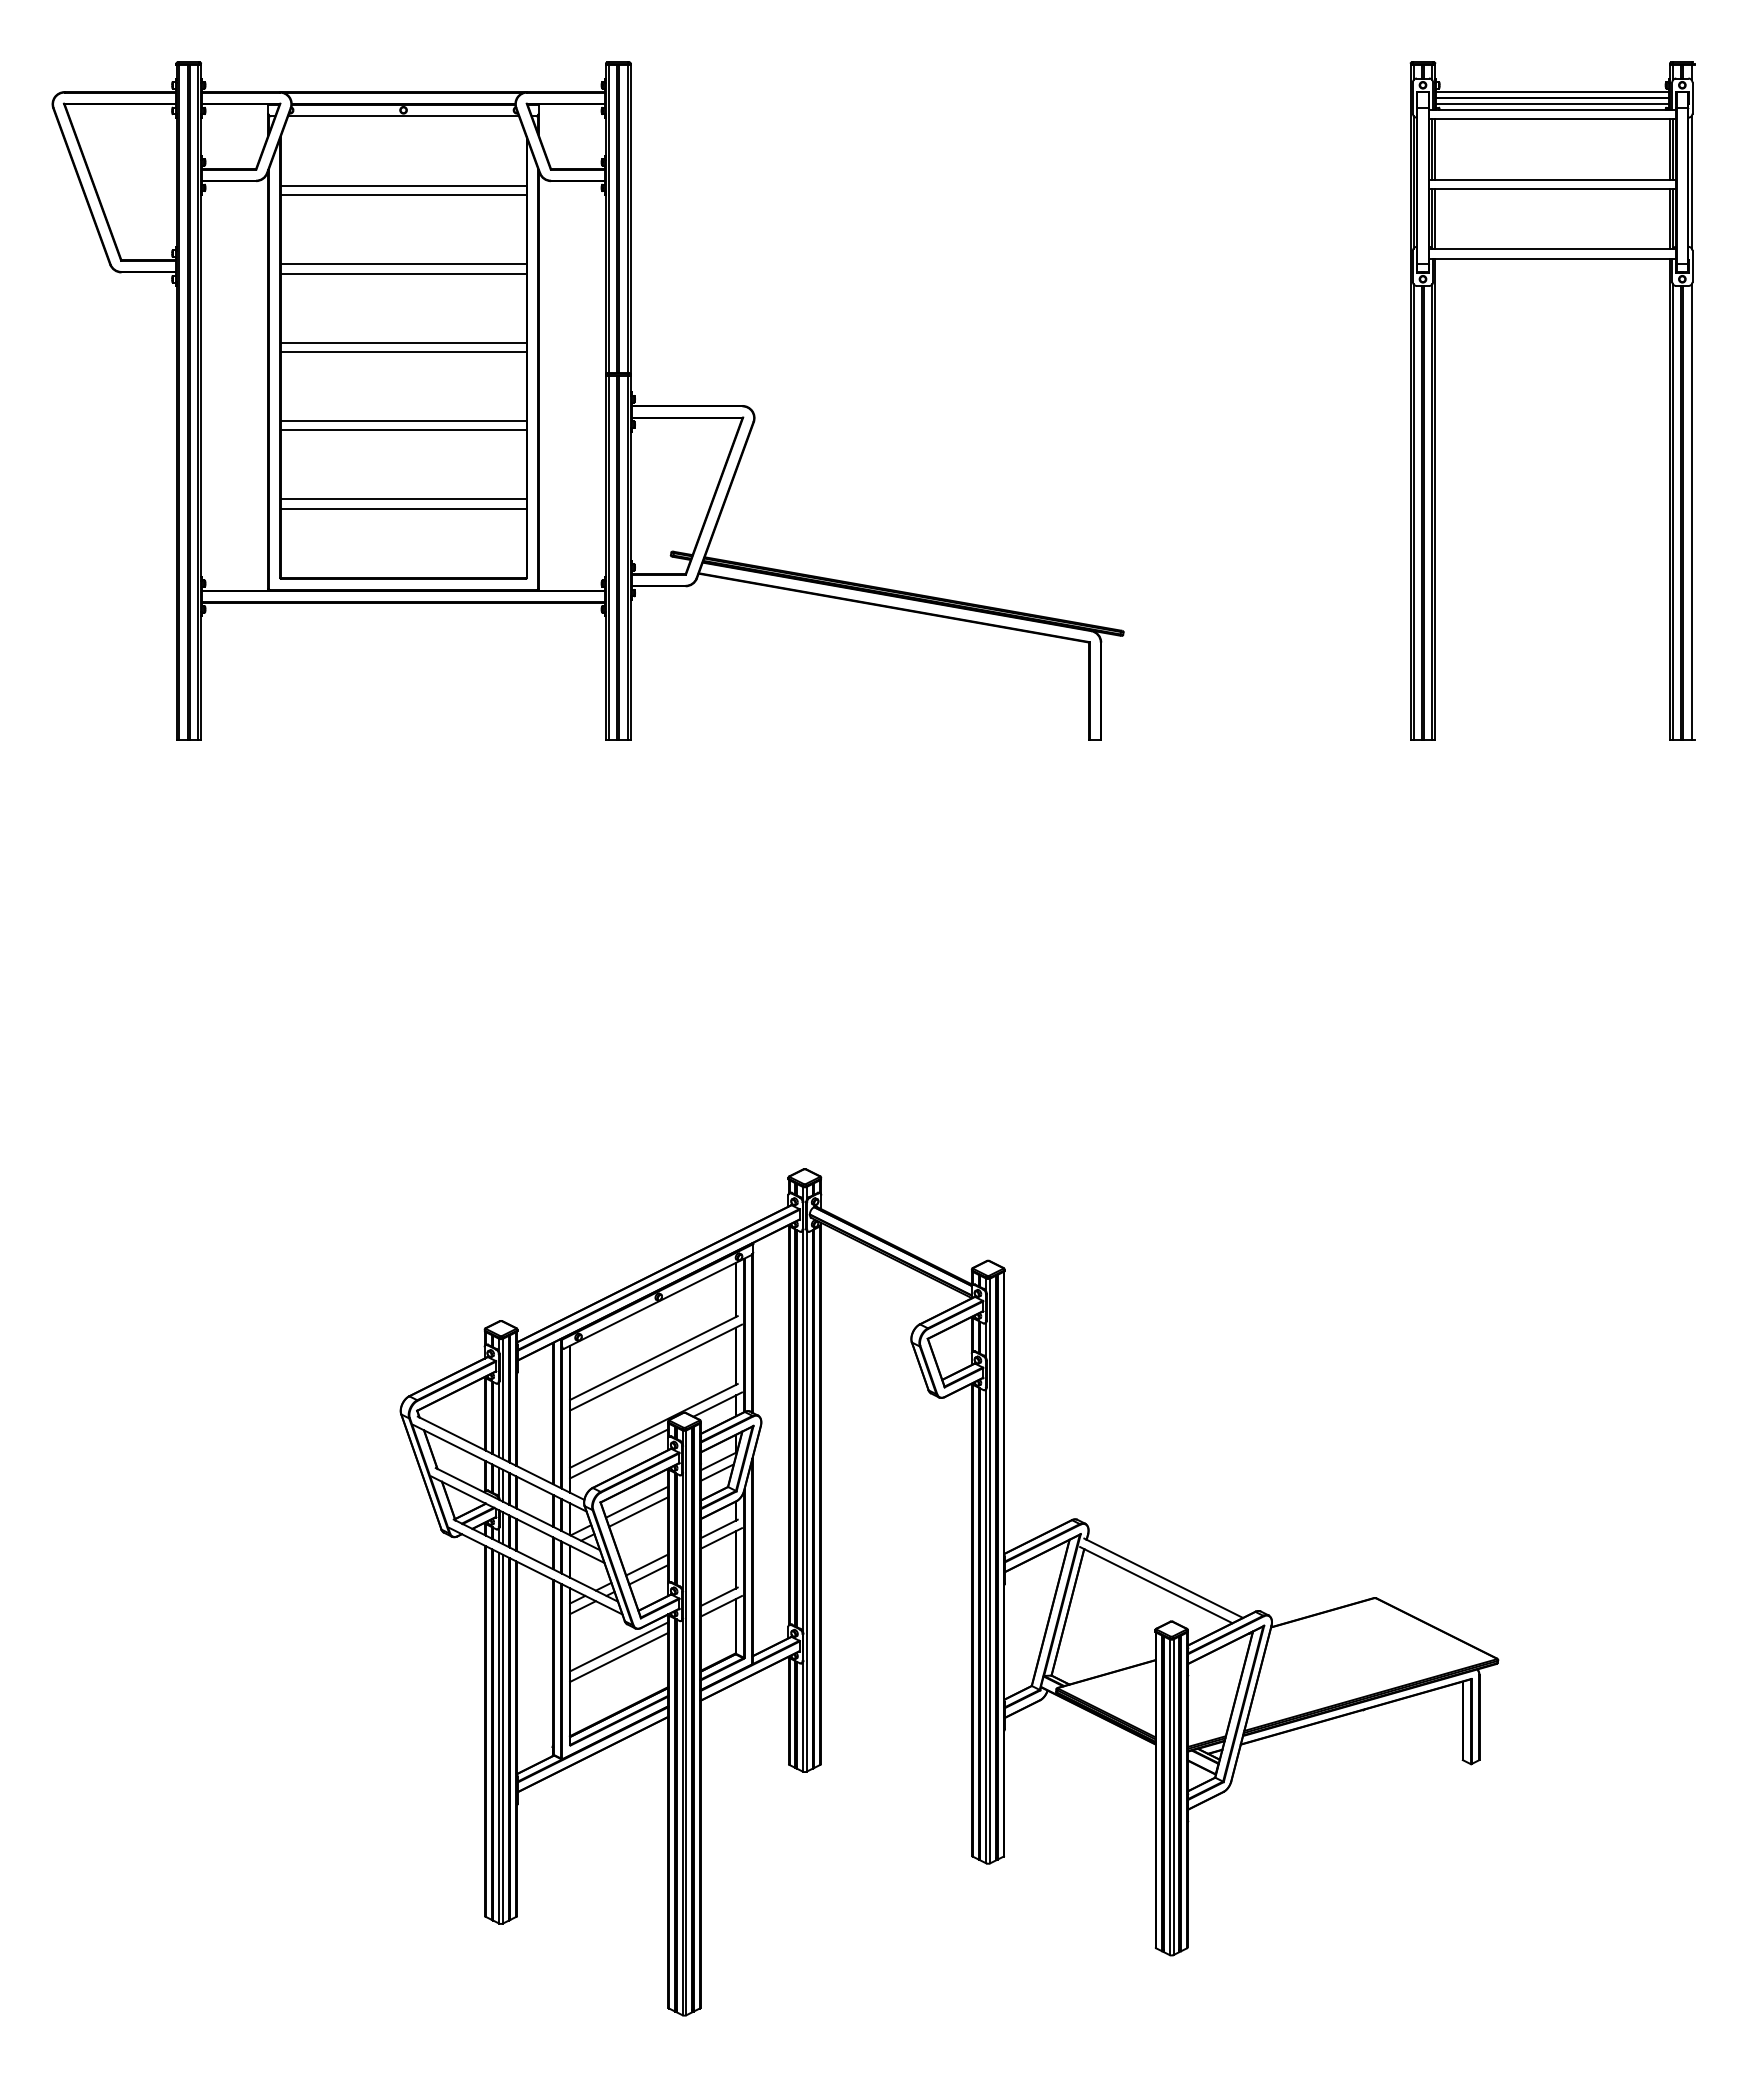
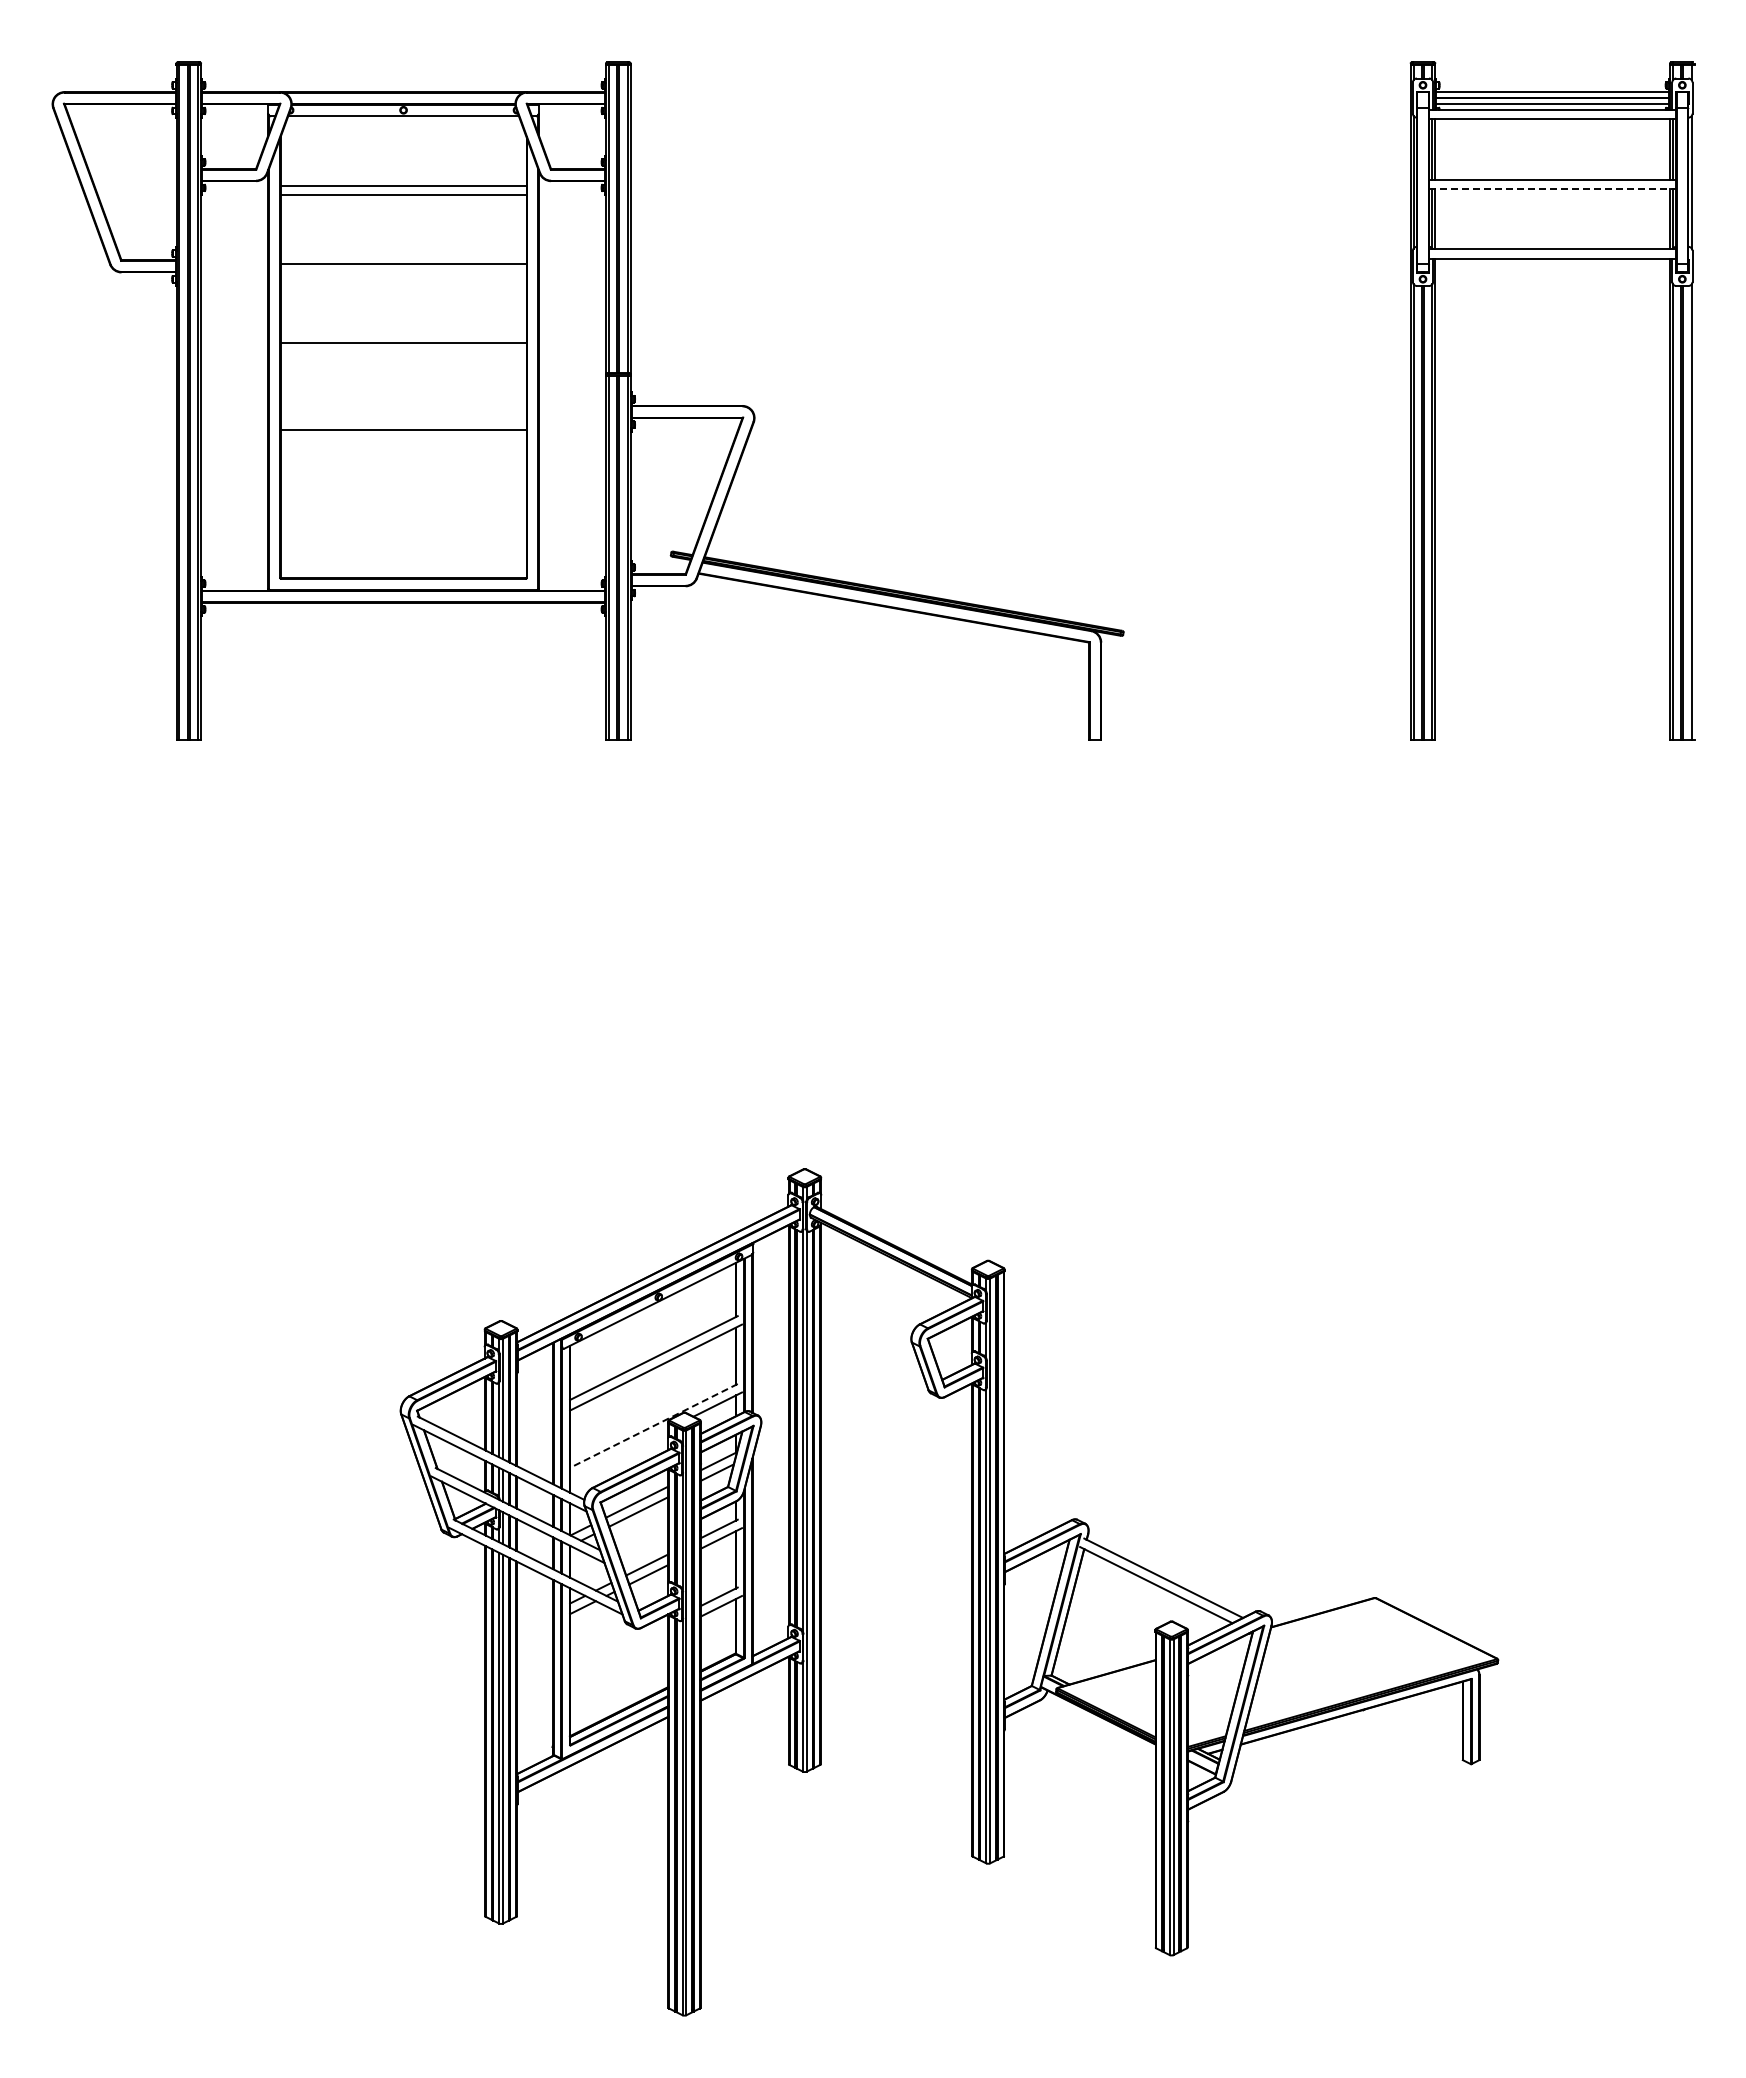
line at (1552, 189): solid -> dashed
line at (403, 273): present -> none
line at (403, 352): present -> none
line at (403, 420): present -> none
line at (403, 499): present -> none
line at (403, 508): present -> none
line at (653, 1425): solid -> dashed
line at (619, 1453): present -> none
line at (619, 1646): present -> none
line at (619, 1656): present -> none
